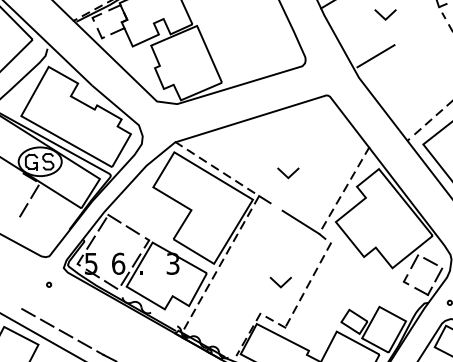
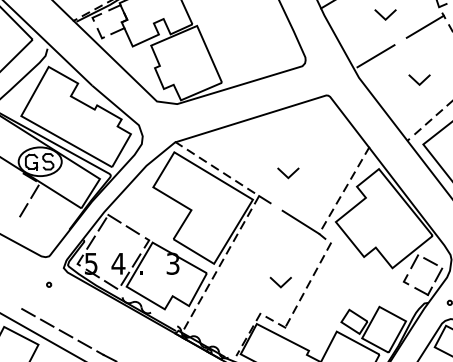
line at (424, 26): none -> present
line at (417, 81): none -> present
text at (118, 263): 6 -> 4
